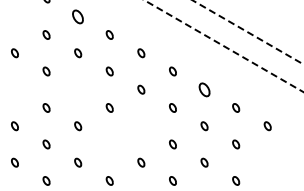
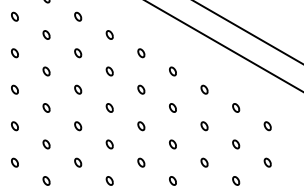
part at (14, 16): none -> present
part at (77, 16) size: 12x16 px -> 9x11 px
line at (247, 32): dashed -> solid
line at (224, 46): dashed -> solid
part at (14, 89): none -> present
part at (78, 89): none -> present
part at (204, 89) size: 13x16 px -> 9x11 px
part at (141, 126): none -> present
part at (109, 144): none -> present
part at (267, 162): none -> present
